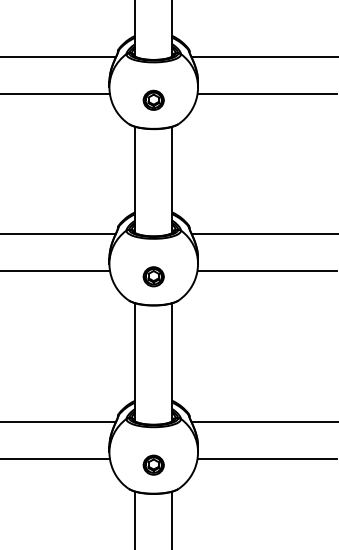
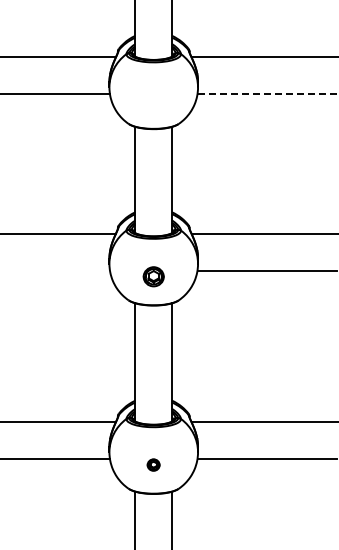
line at (267, 94): solid -> dashed
part at (153, 99): present -> none
line at (55, 270): present -> none
part at (153, 464) size: 23x22 px -> 15x14 px
